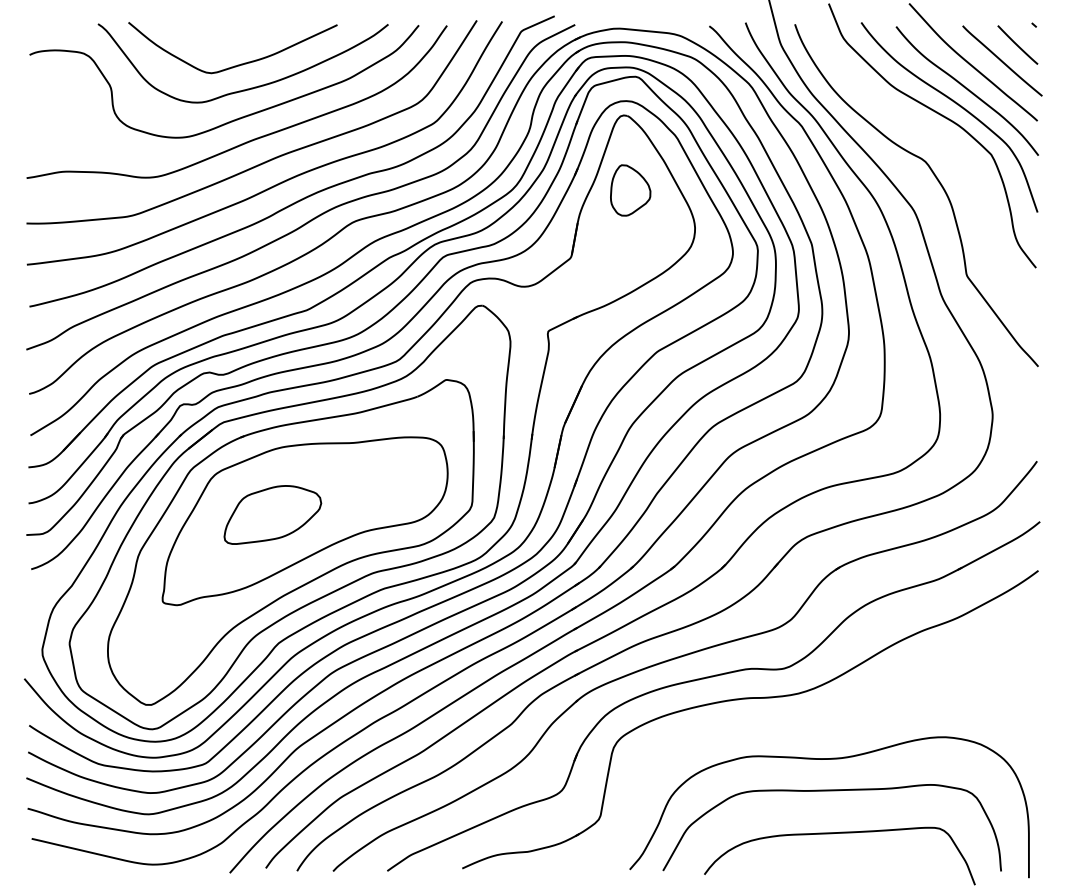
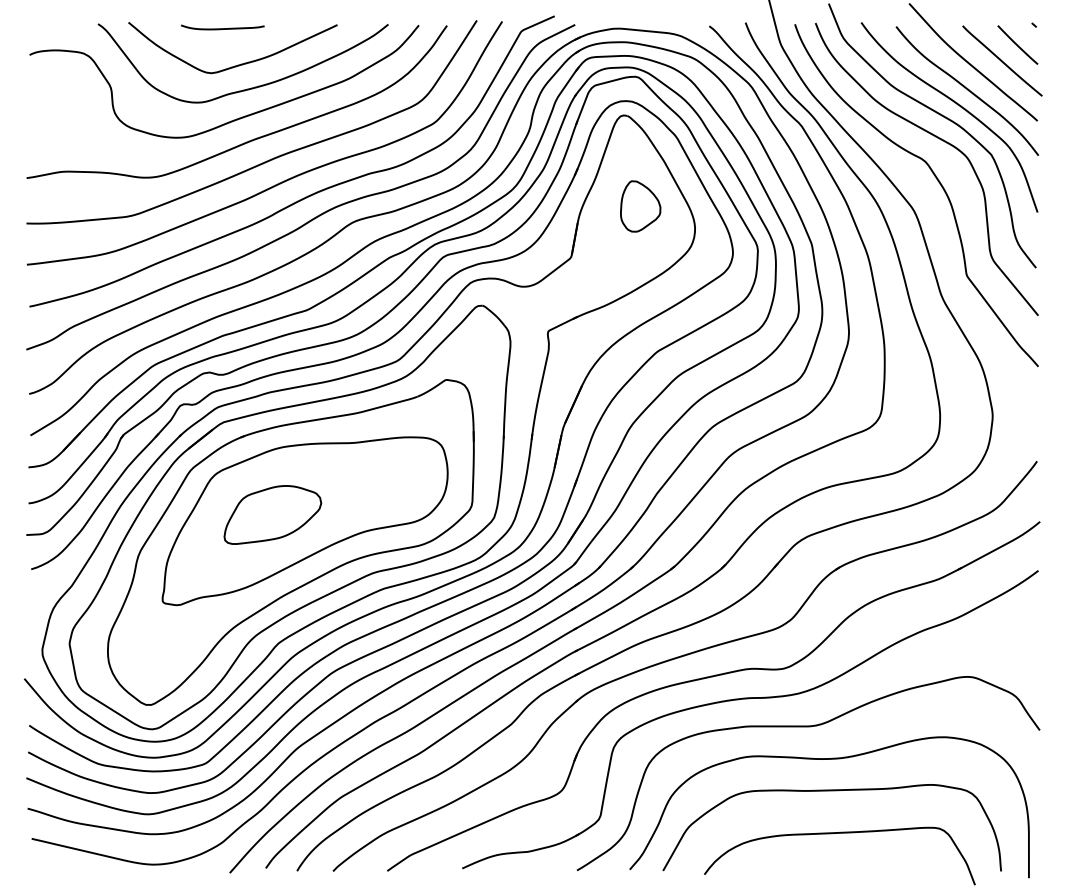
curve at (222, 28): none -> present
curve at (942, 141): none -> present
part at (630, 190) position: (630, 190) -> (640, 206)
curve at (808, 727): none -> present
